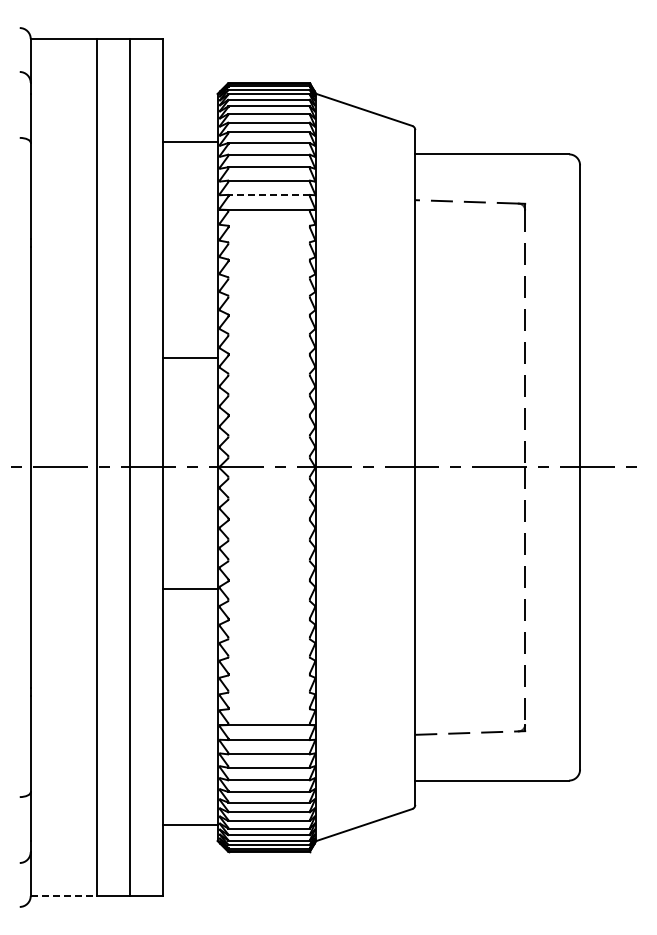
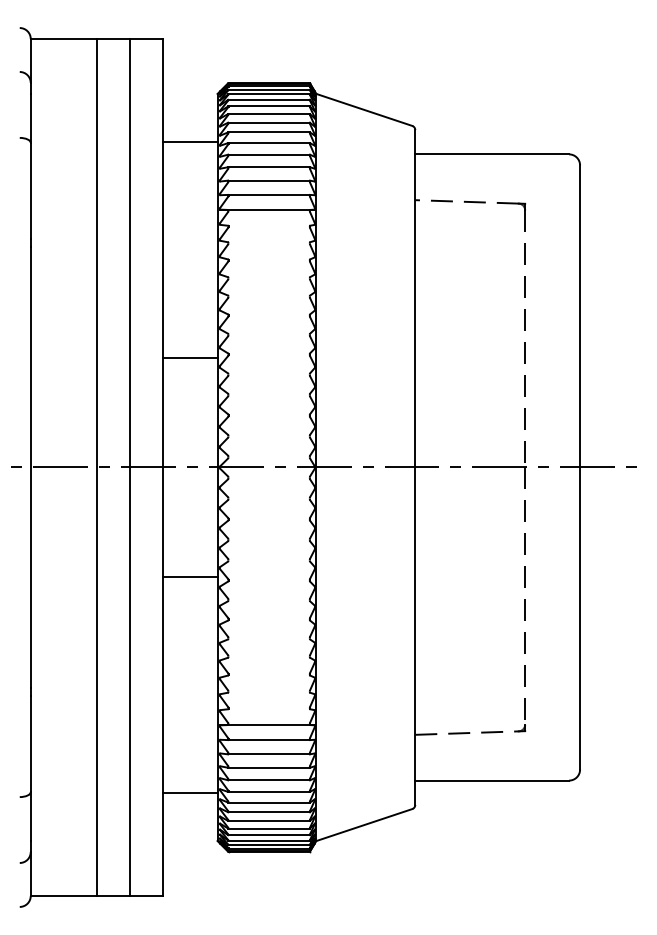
line at (268, 194): dashed -> solid
line at (189, 588) position: (189, 588) -> (189, 576)
line at (189, 825) position: (189, 825) -> (189, 793)
line at (63, 895): dashed -> solid
